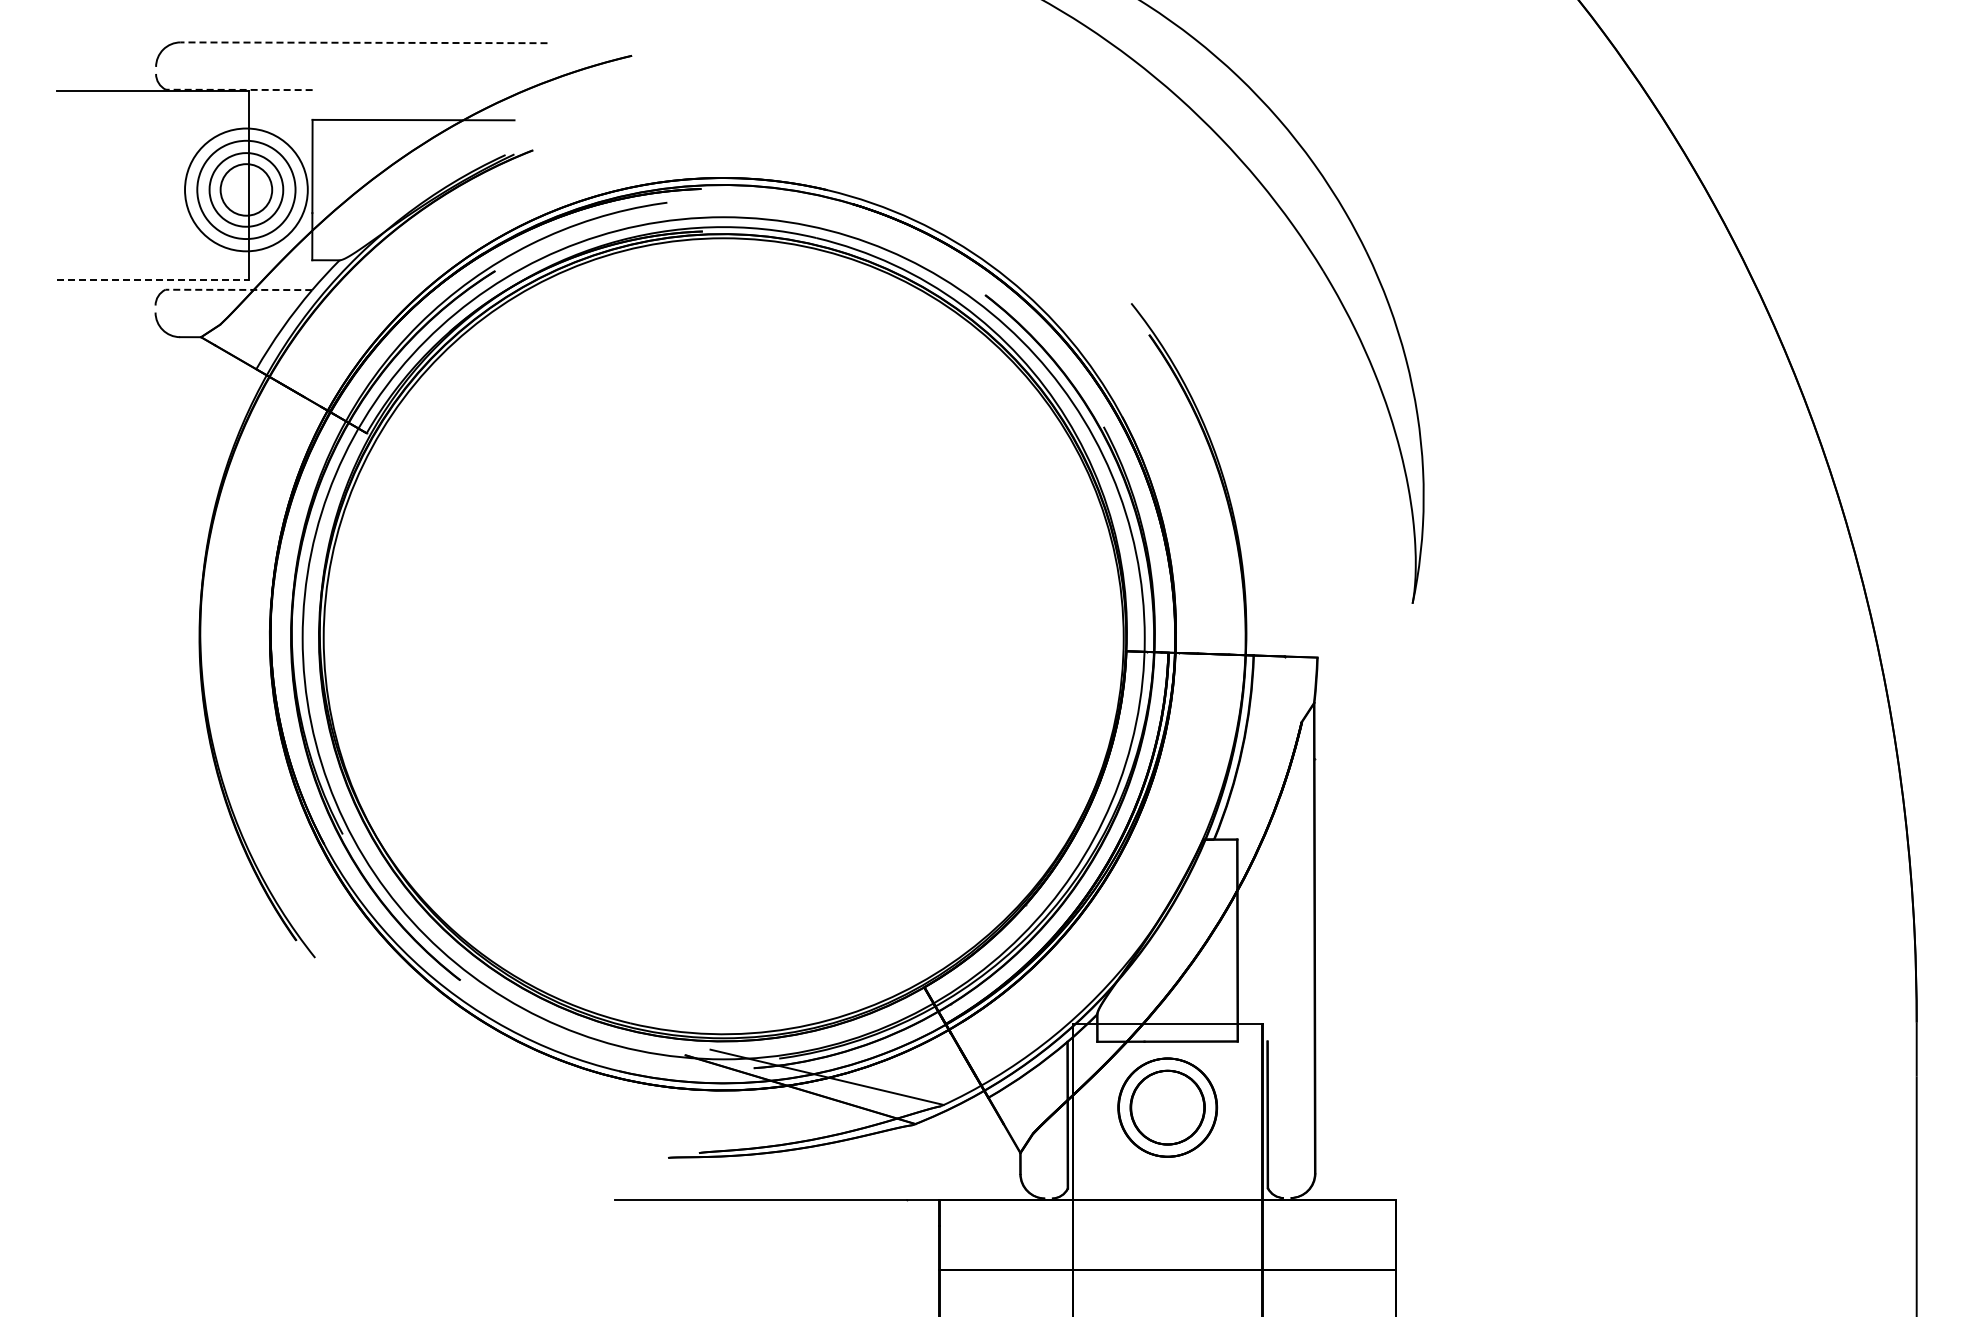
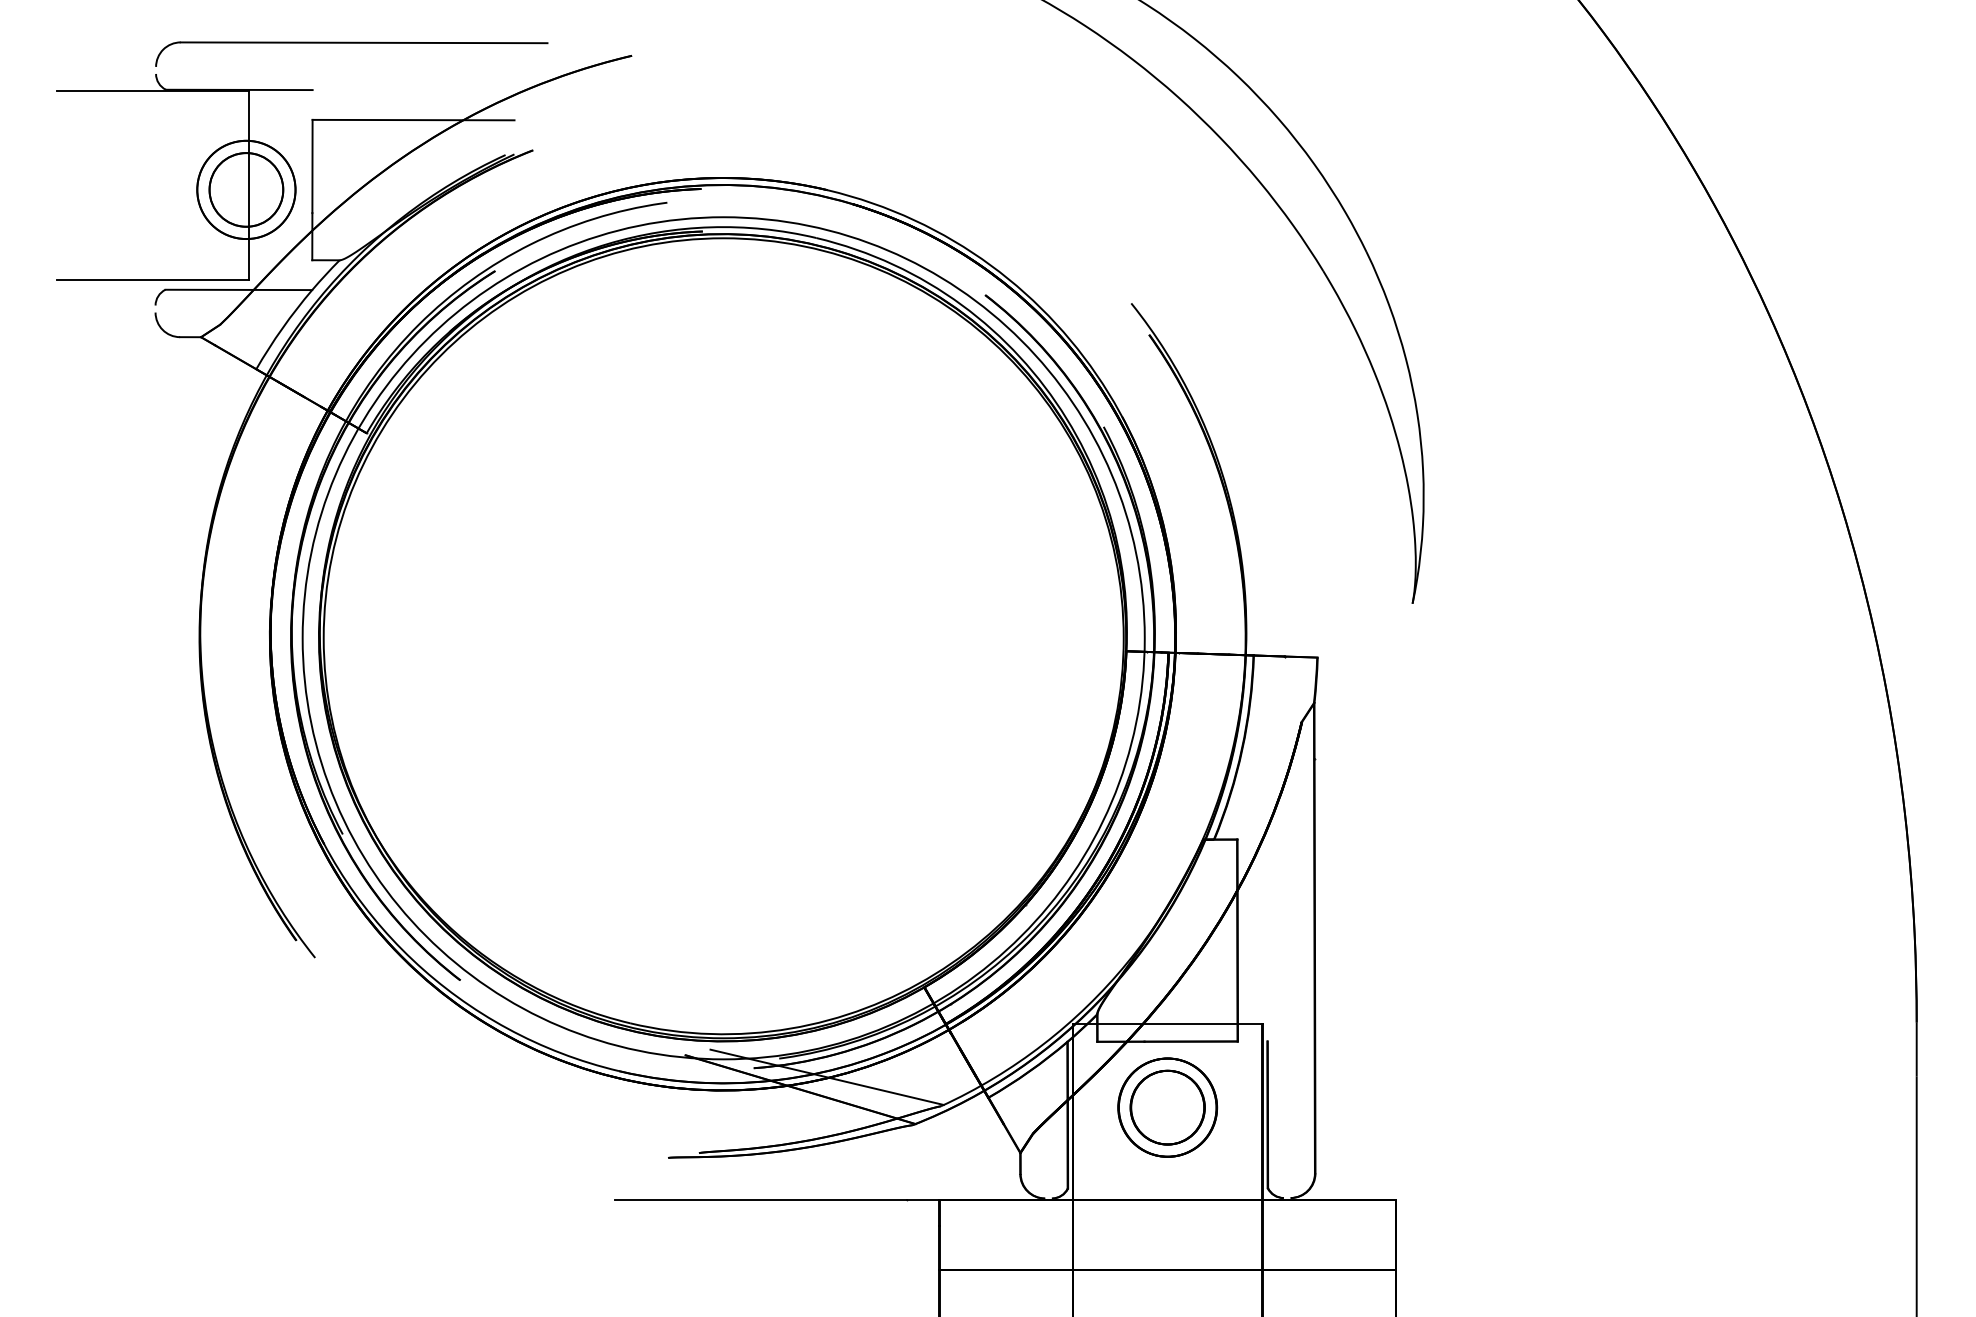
line at (363, 42): dashed -> solid
line at (238, 89): dashed -> solid
circle at (246, 189) diameter: 123 px -> 98 px
circle at (246, 189) diameter: 52 px -> 74 px
line at (153, 279): dashed -> solid
line at (238, 289): dashed -> solid
